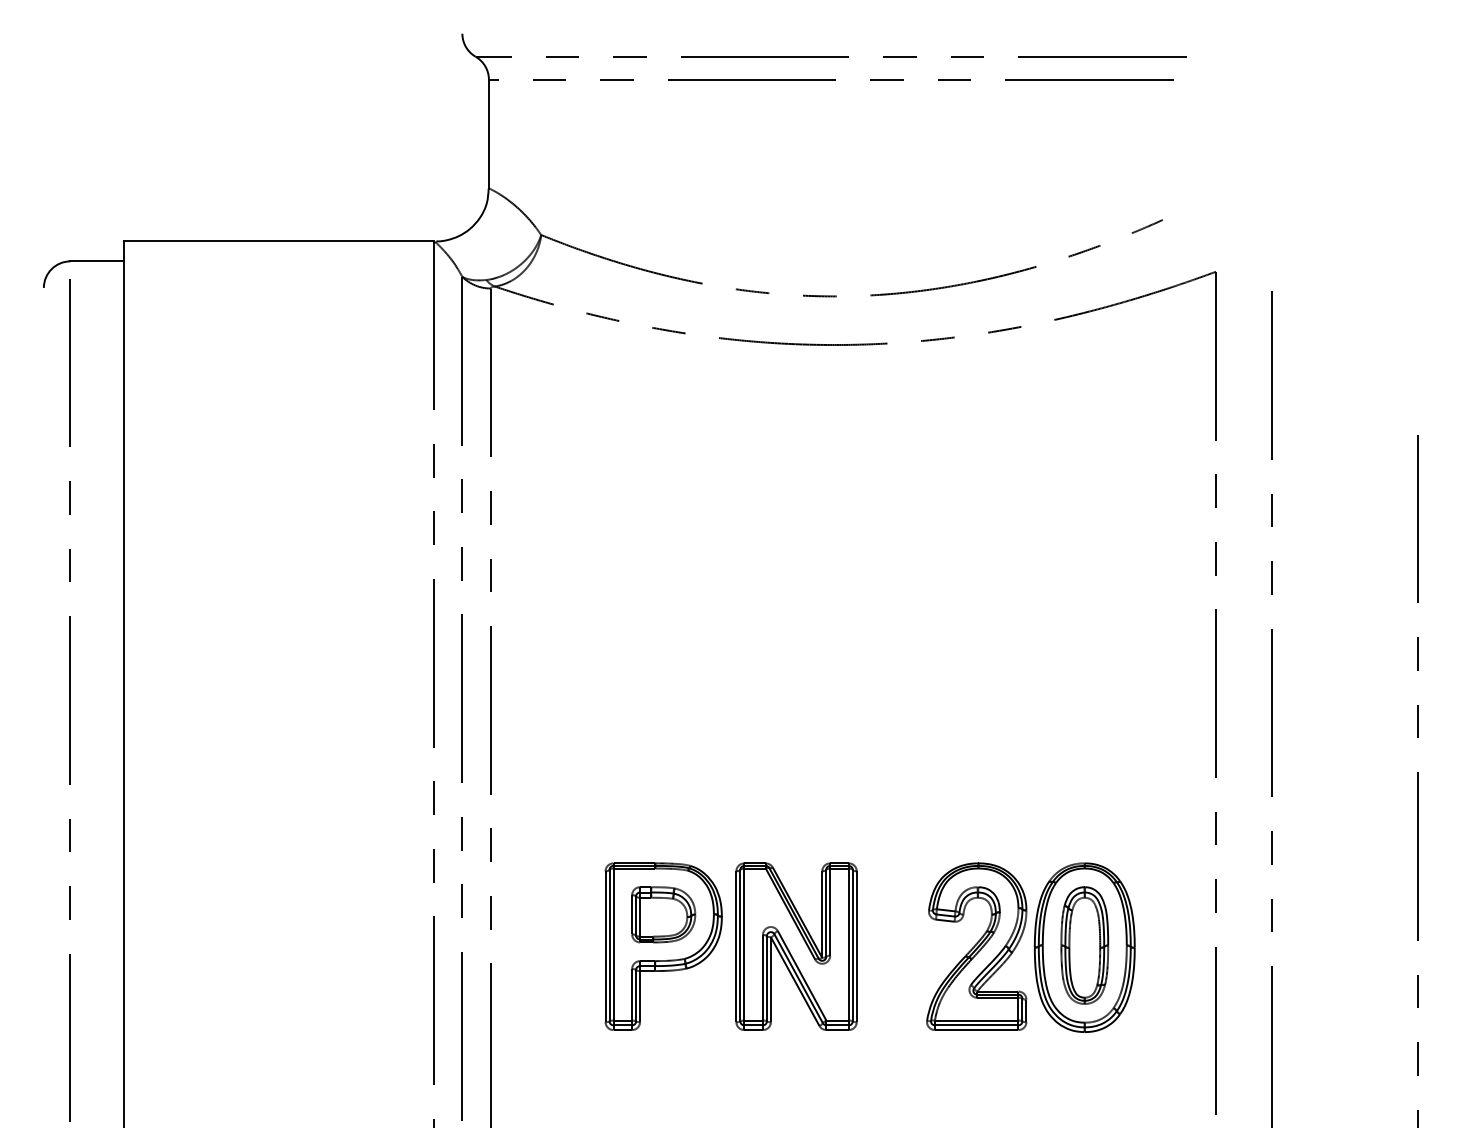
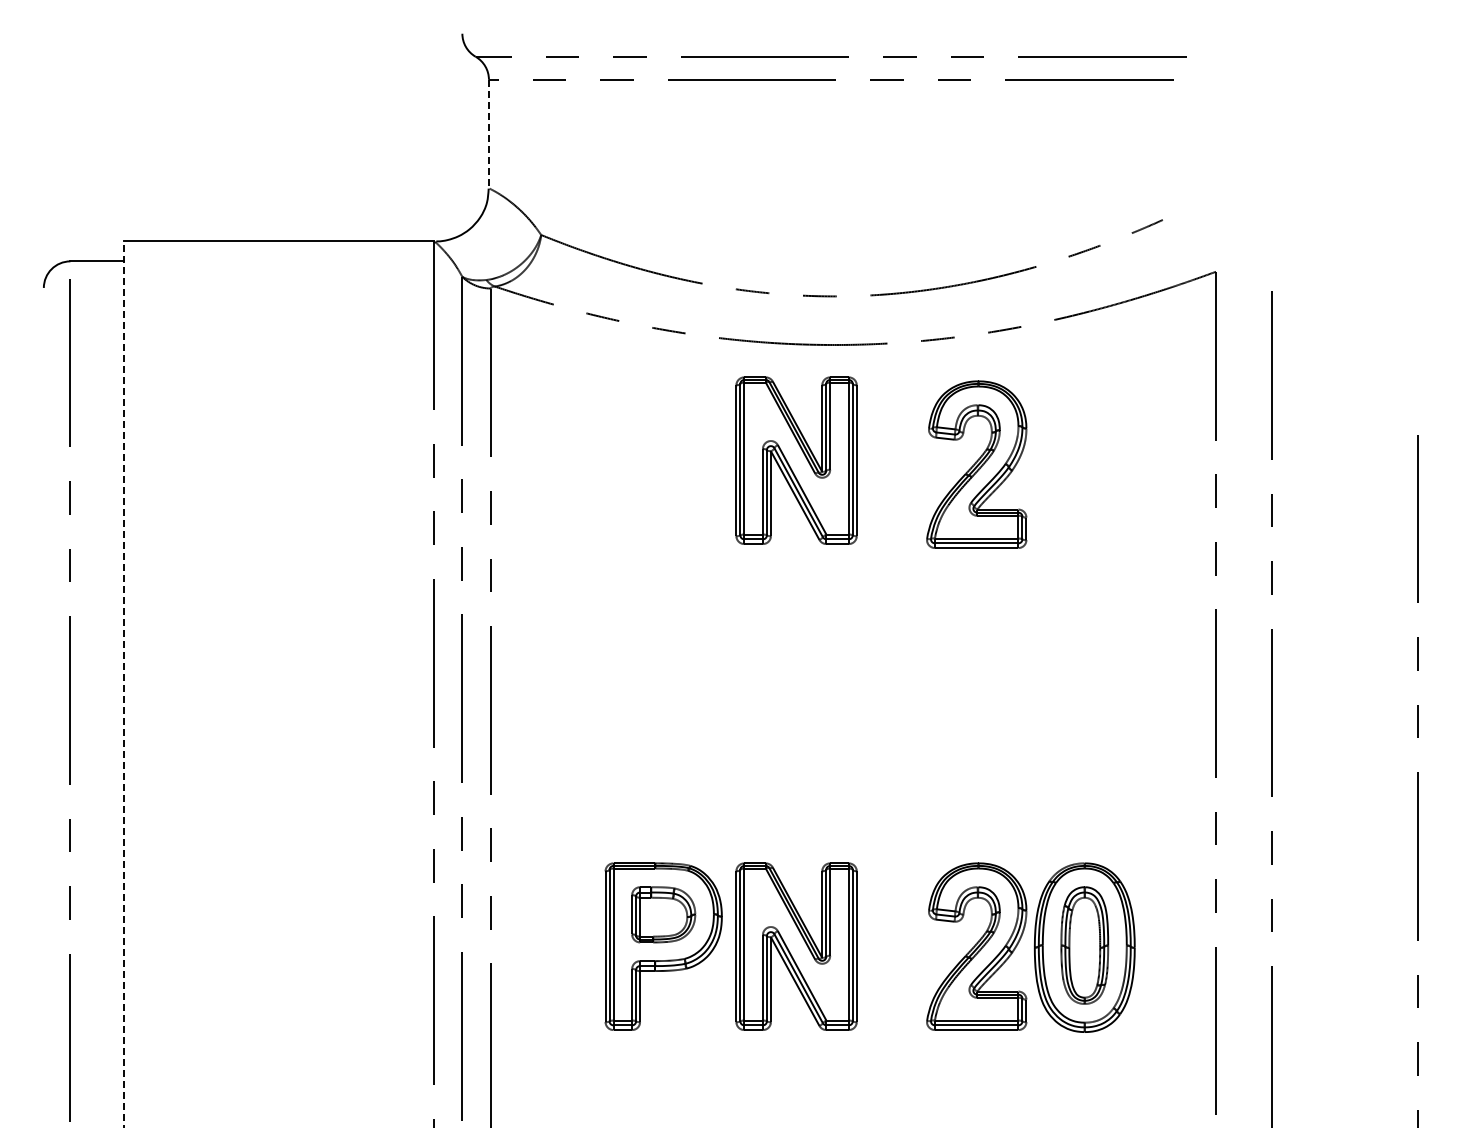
line at (488, 134): solid -> dashed
part at (796, 460): none -> present
part at (976, 464): none -> present
line at (123, 684): solid -> dashed
